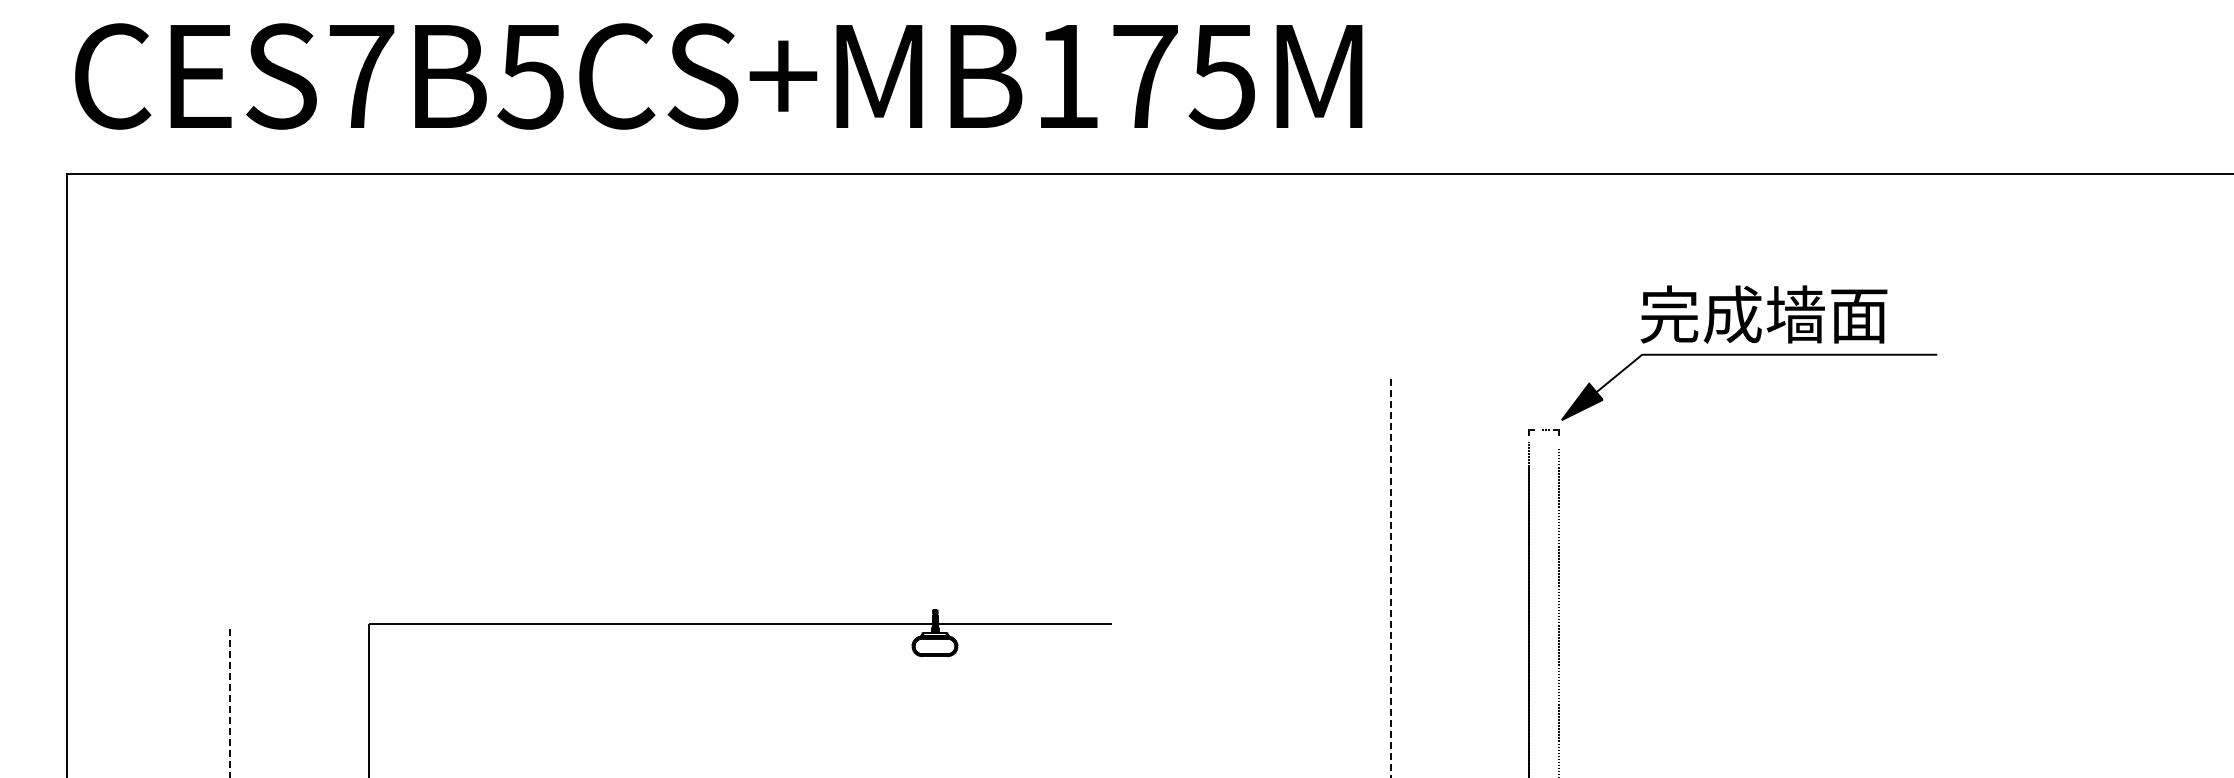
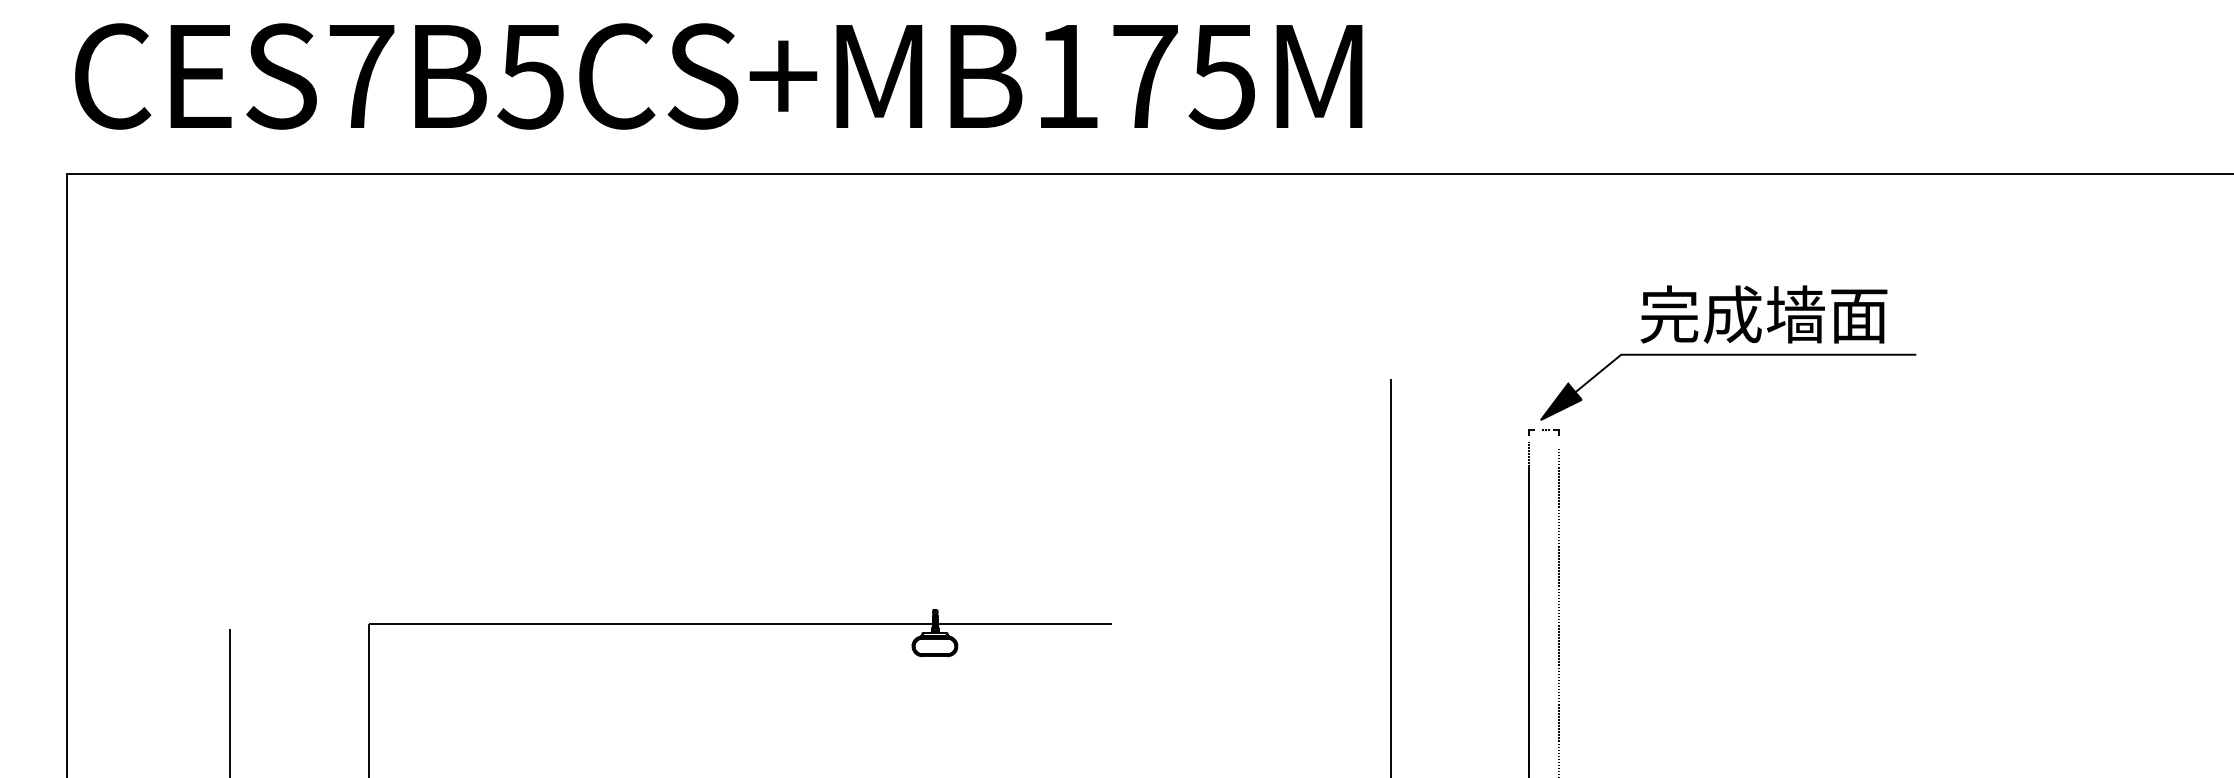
part at (1749, 355) position: (1749, 355) -> (1728, 355)
line at (1390, 578): dashed -> solid
line at (230, 703): dashed -> solid
